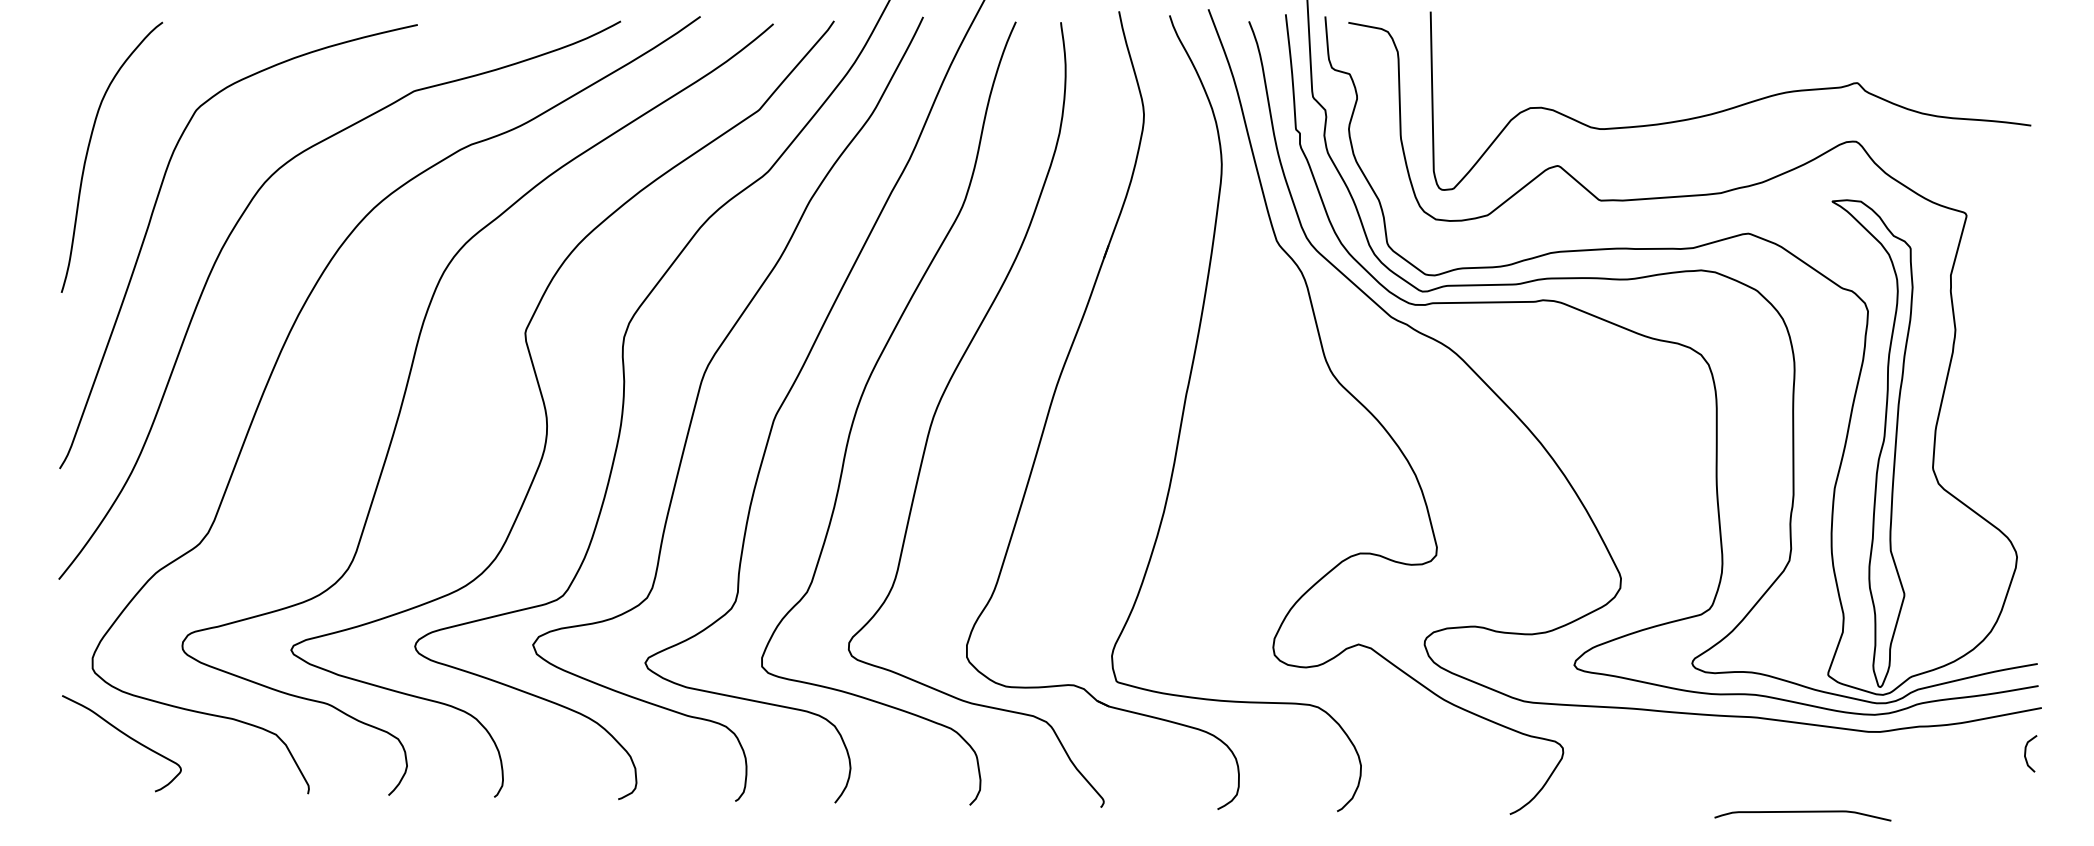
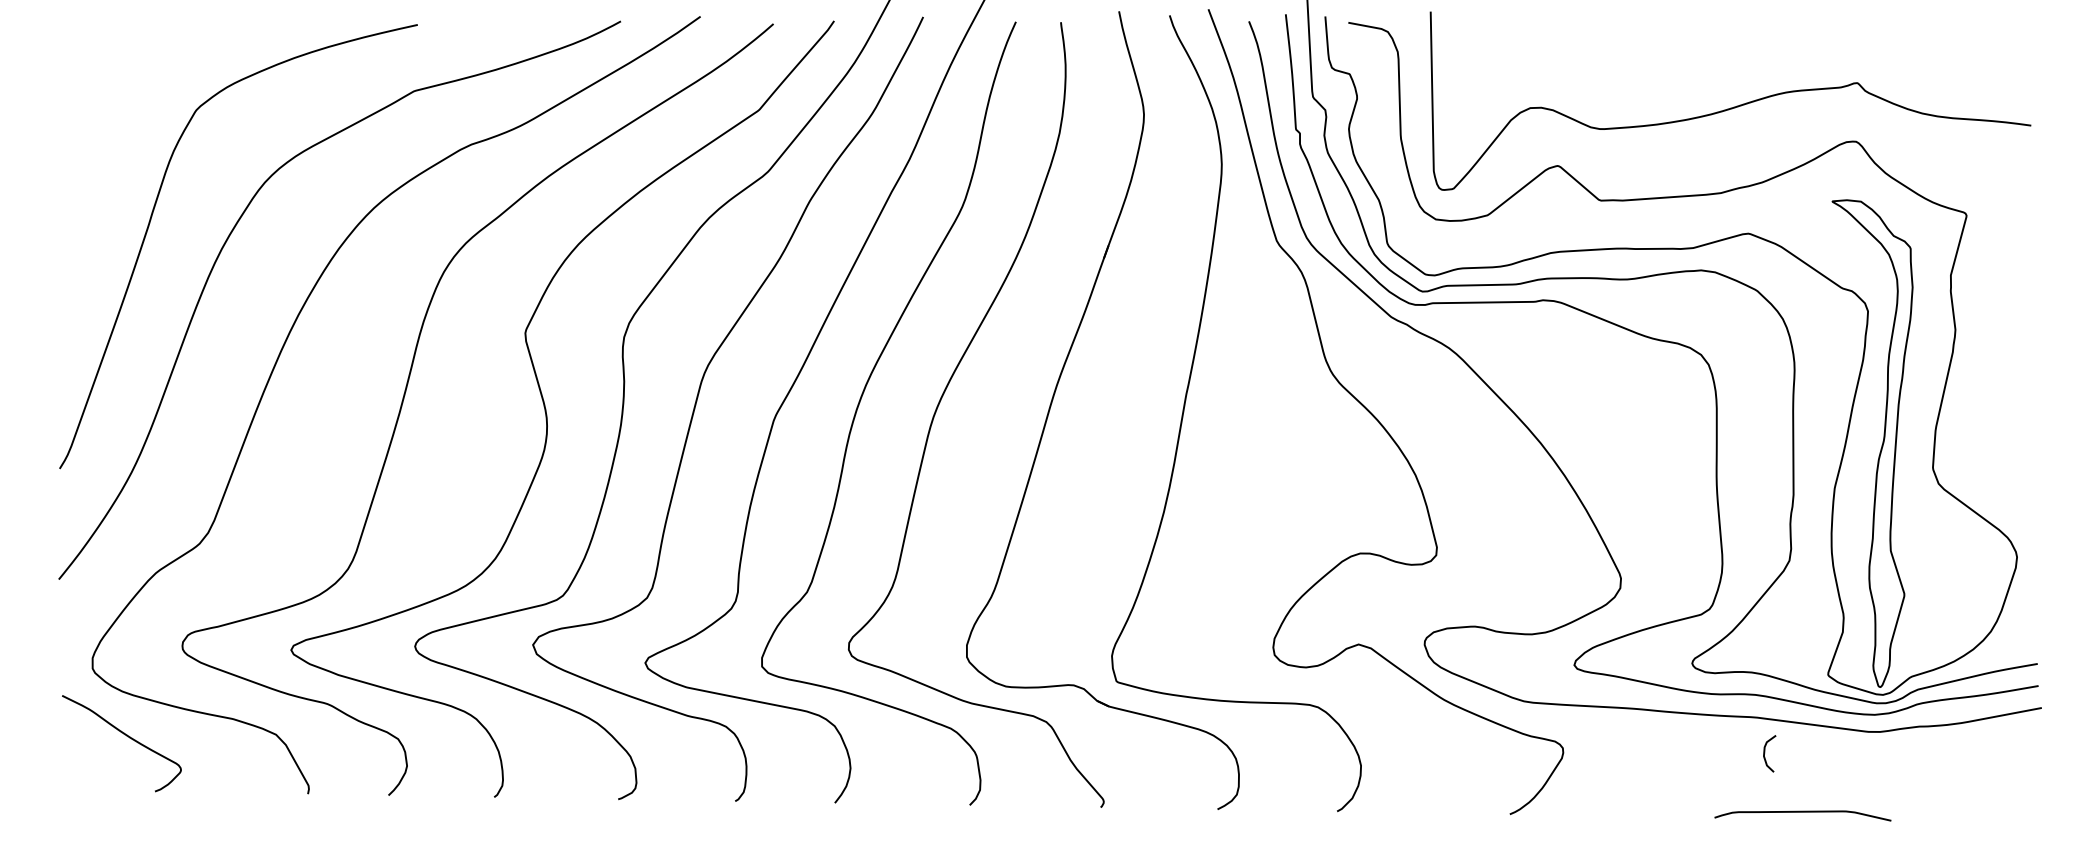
curve at (88, 152): present -> none
curve at (2026, 753) position: (2026, 753) -> (1765, 753)
